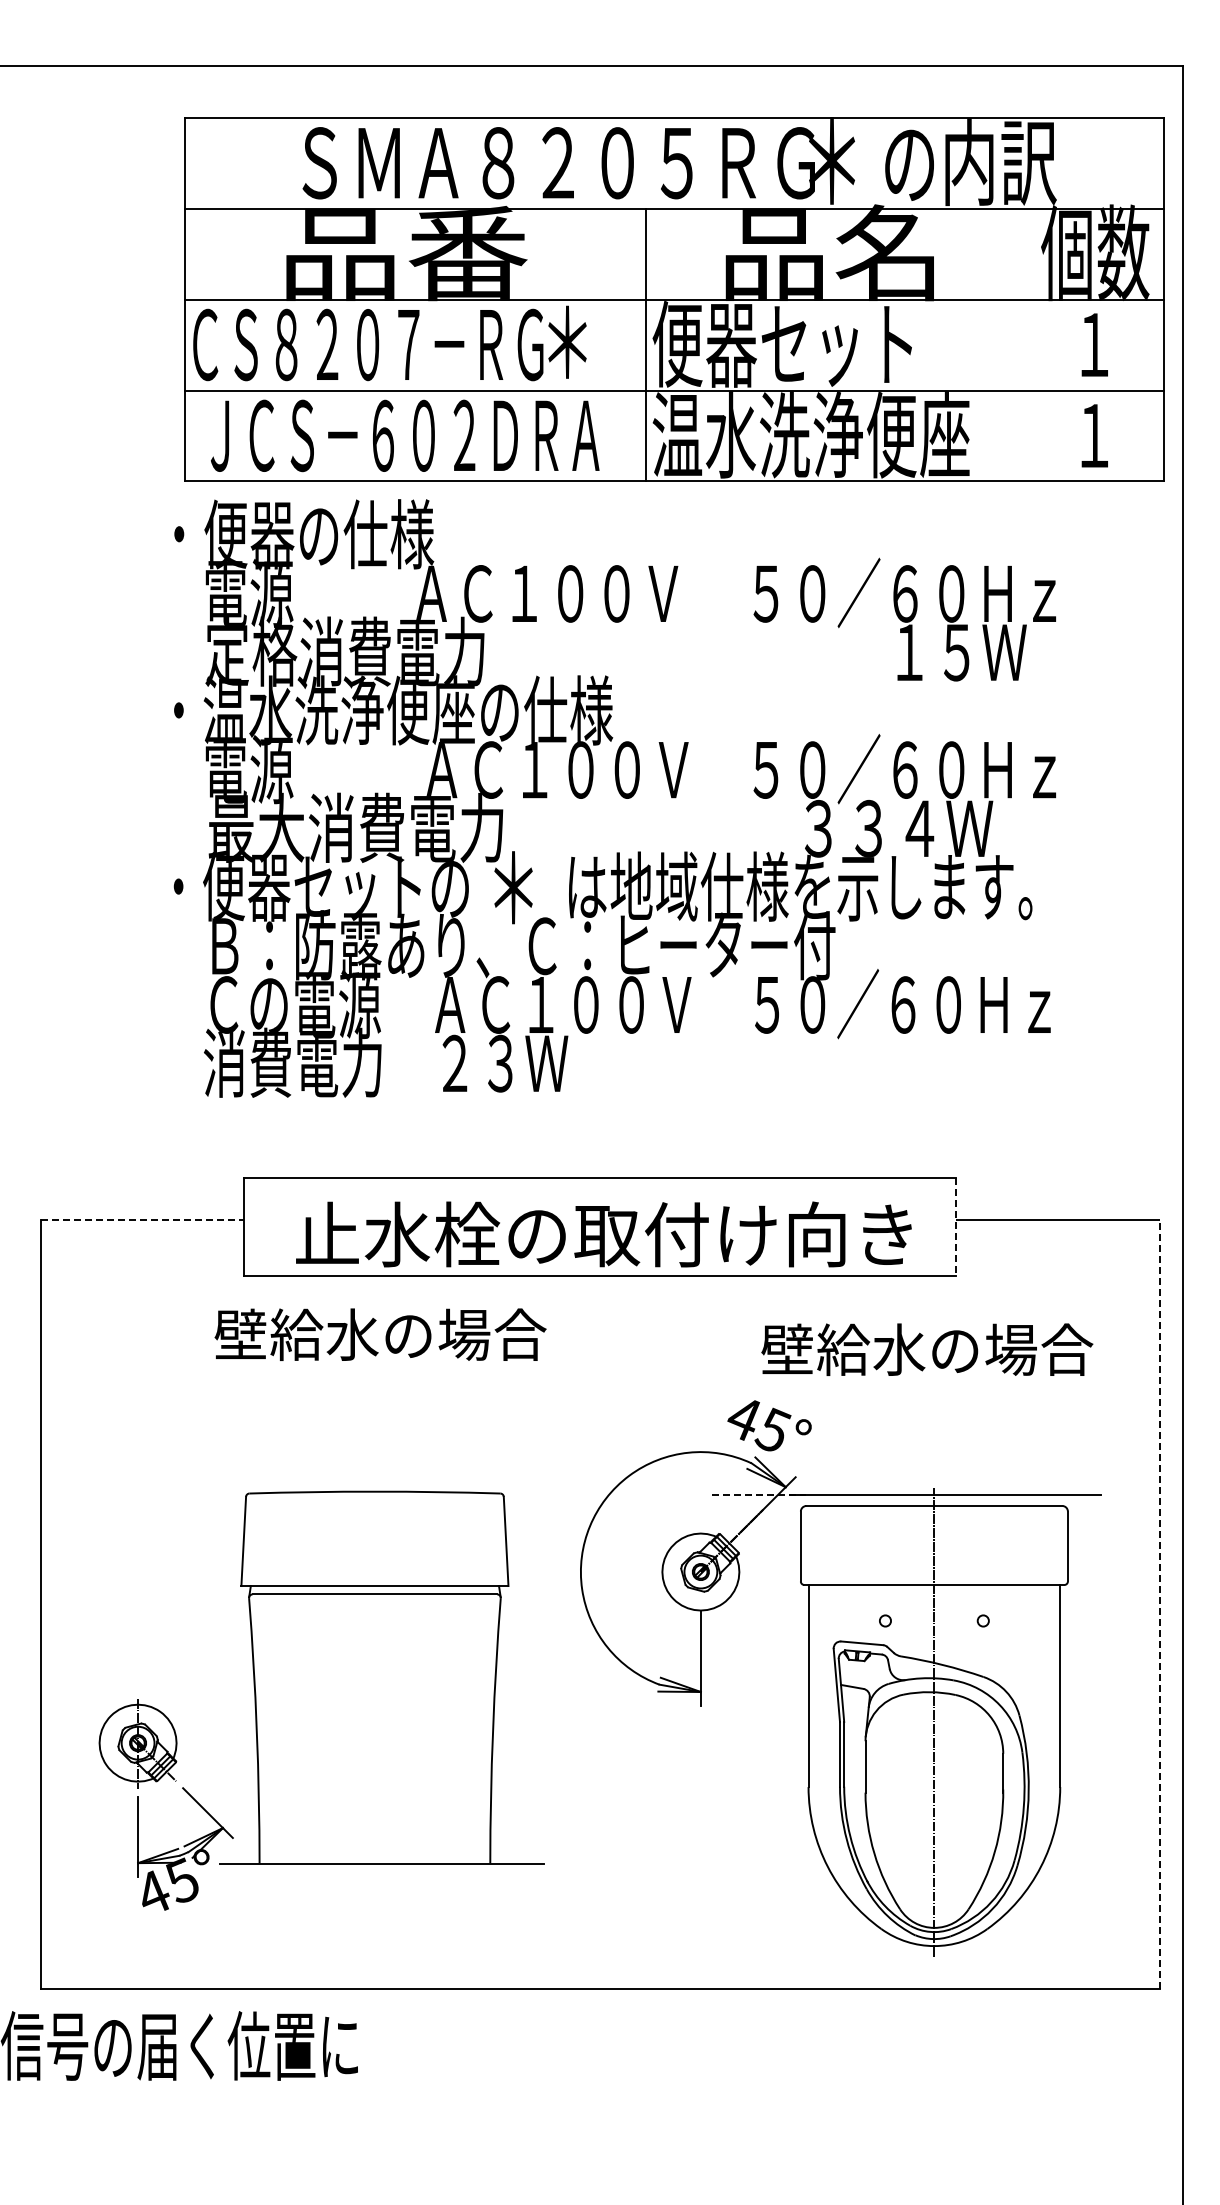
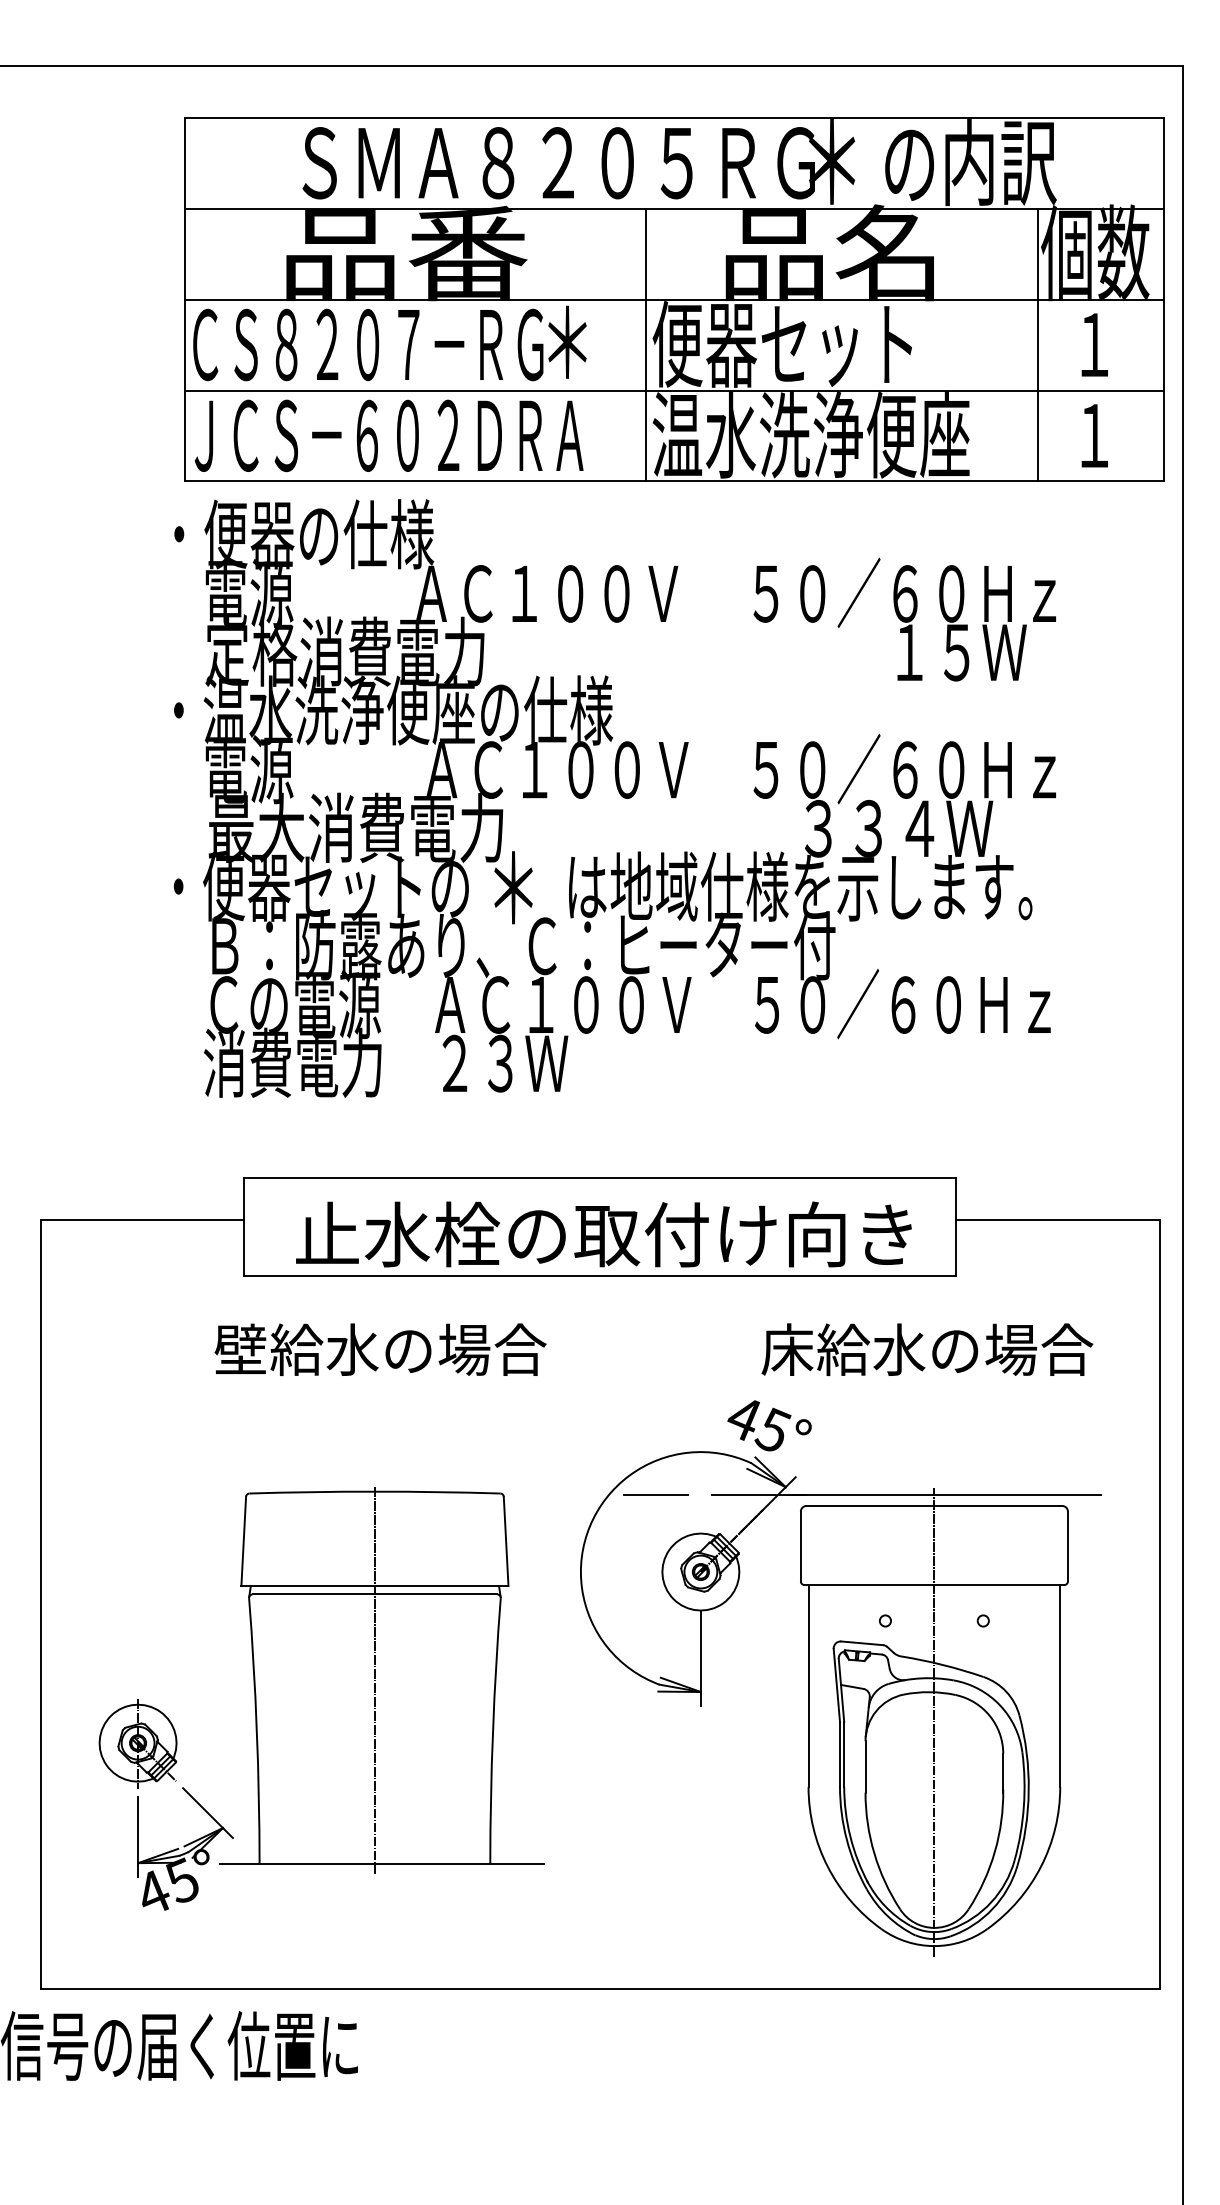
line at (1037, 344): none -> present
text at (405, 435) position: (405, 435) -> (389, 435)
line at (142, 1219): dashed -> solid
line at (956, 1226): dashed -> solid
text at (380, 1334) position: (380, 1334) -> (380, 1349)
text at (787, 1349): 壁給水の場合 -> 床給水の場合
line at (655, 1495): none -> present
line at (759, 1495): dashed -> solid
line at (1159, 1604): dashed -> solid
line at (374, 1680): none -> present
